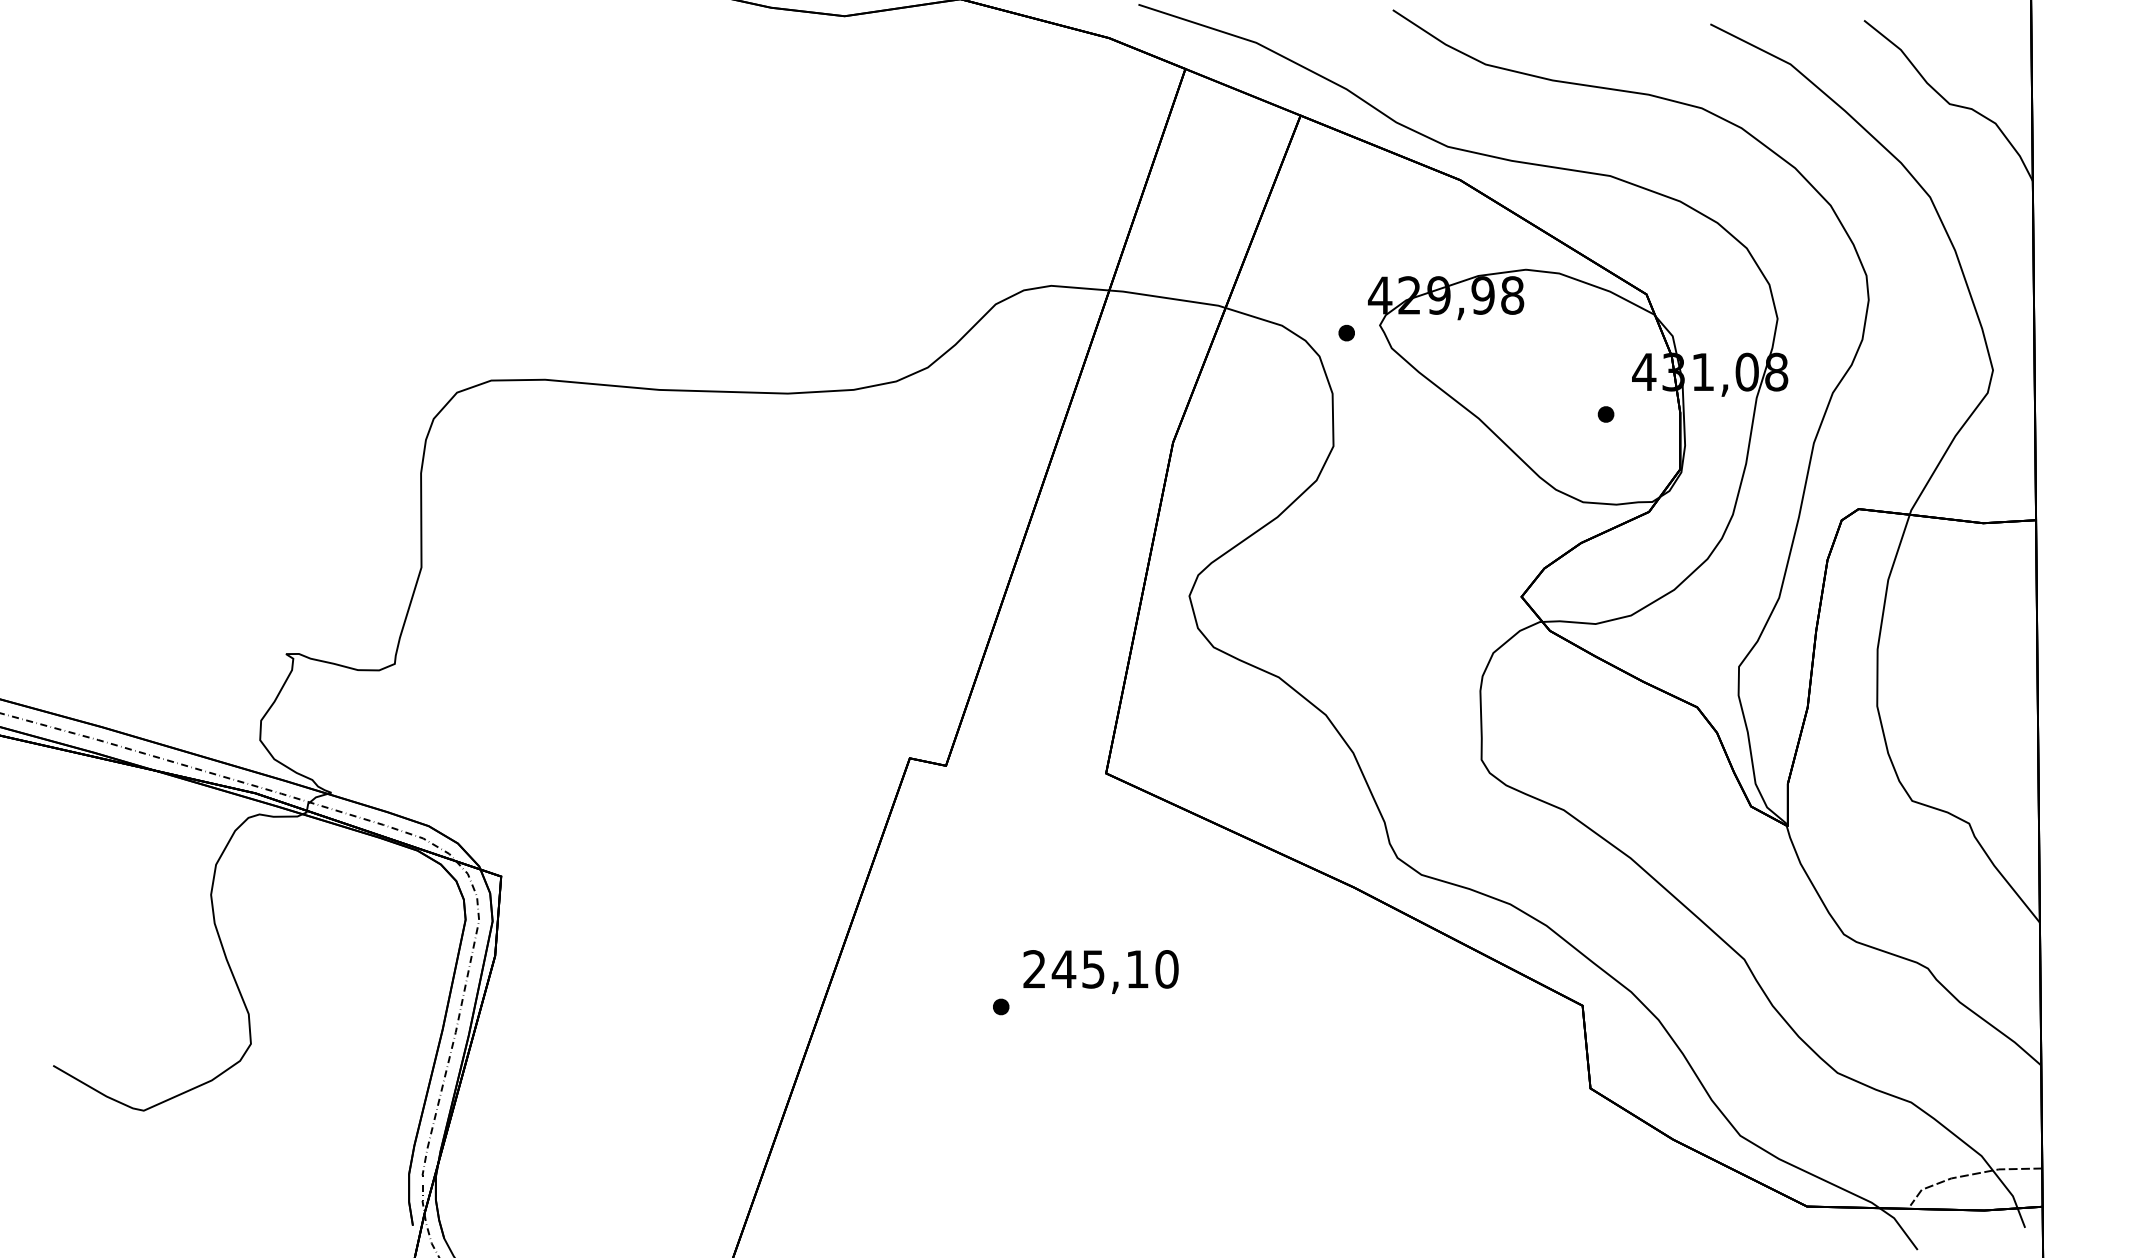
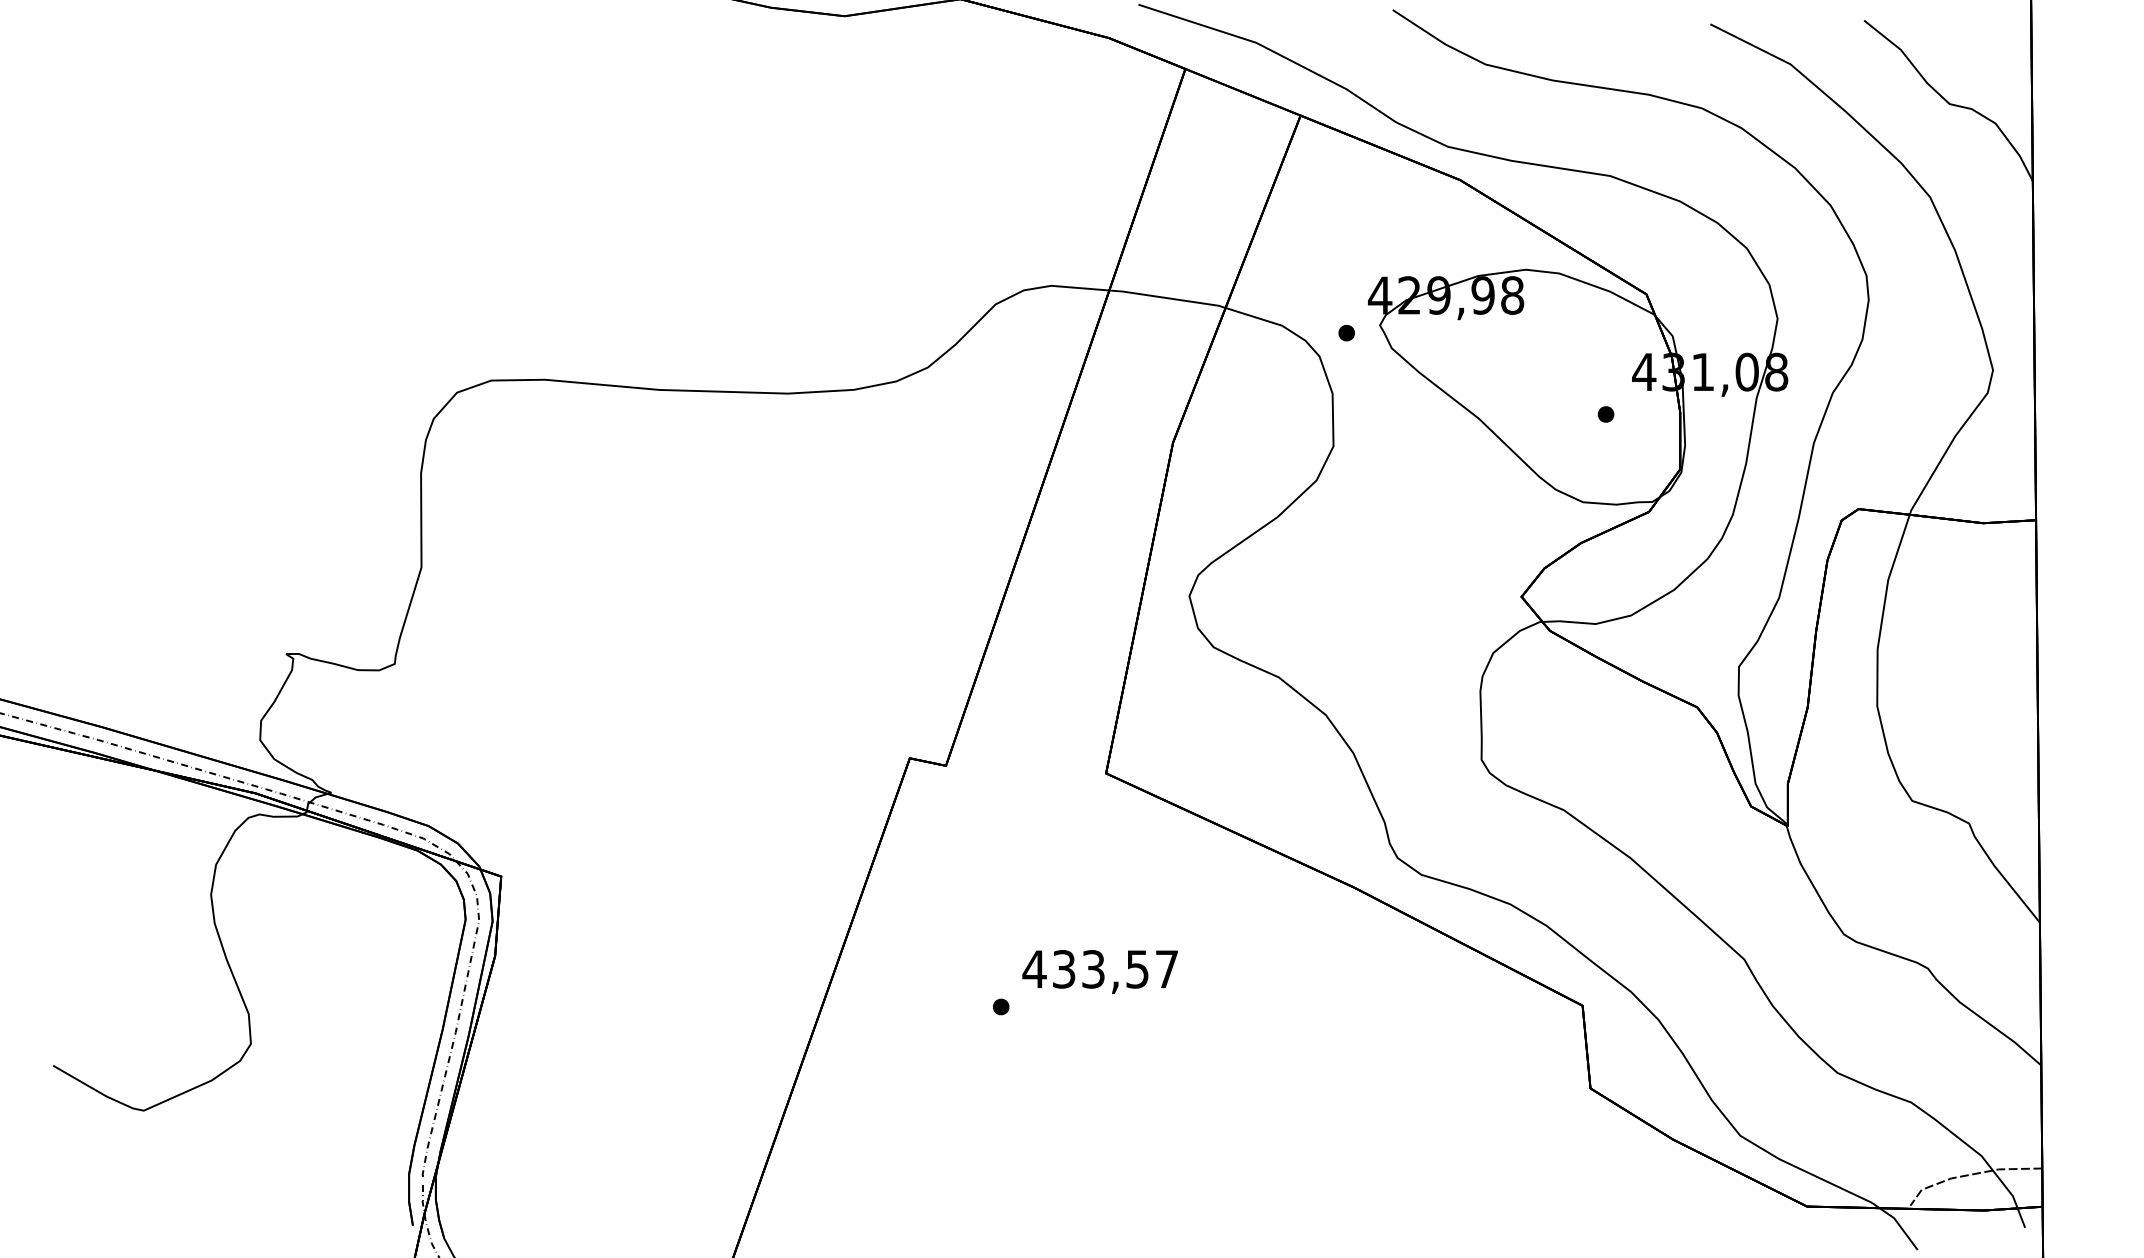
text at (1100, 969): 245,10 -> 433,57
